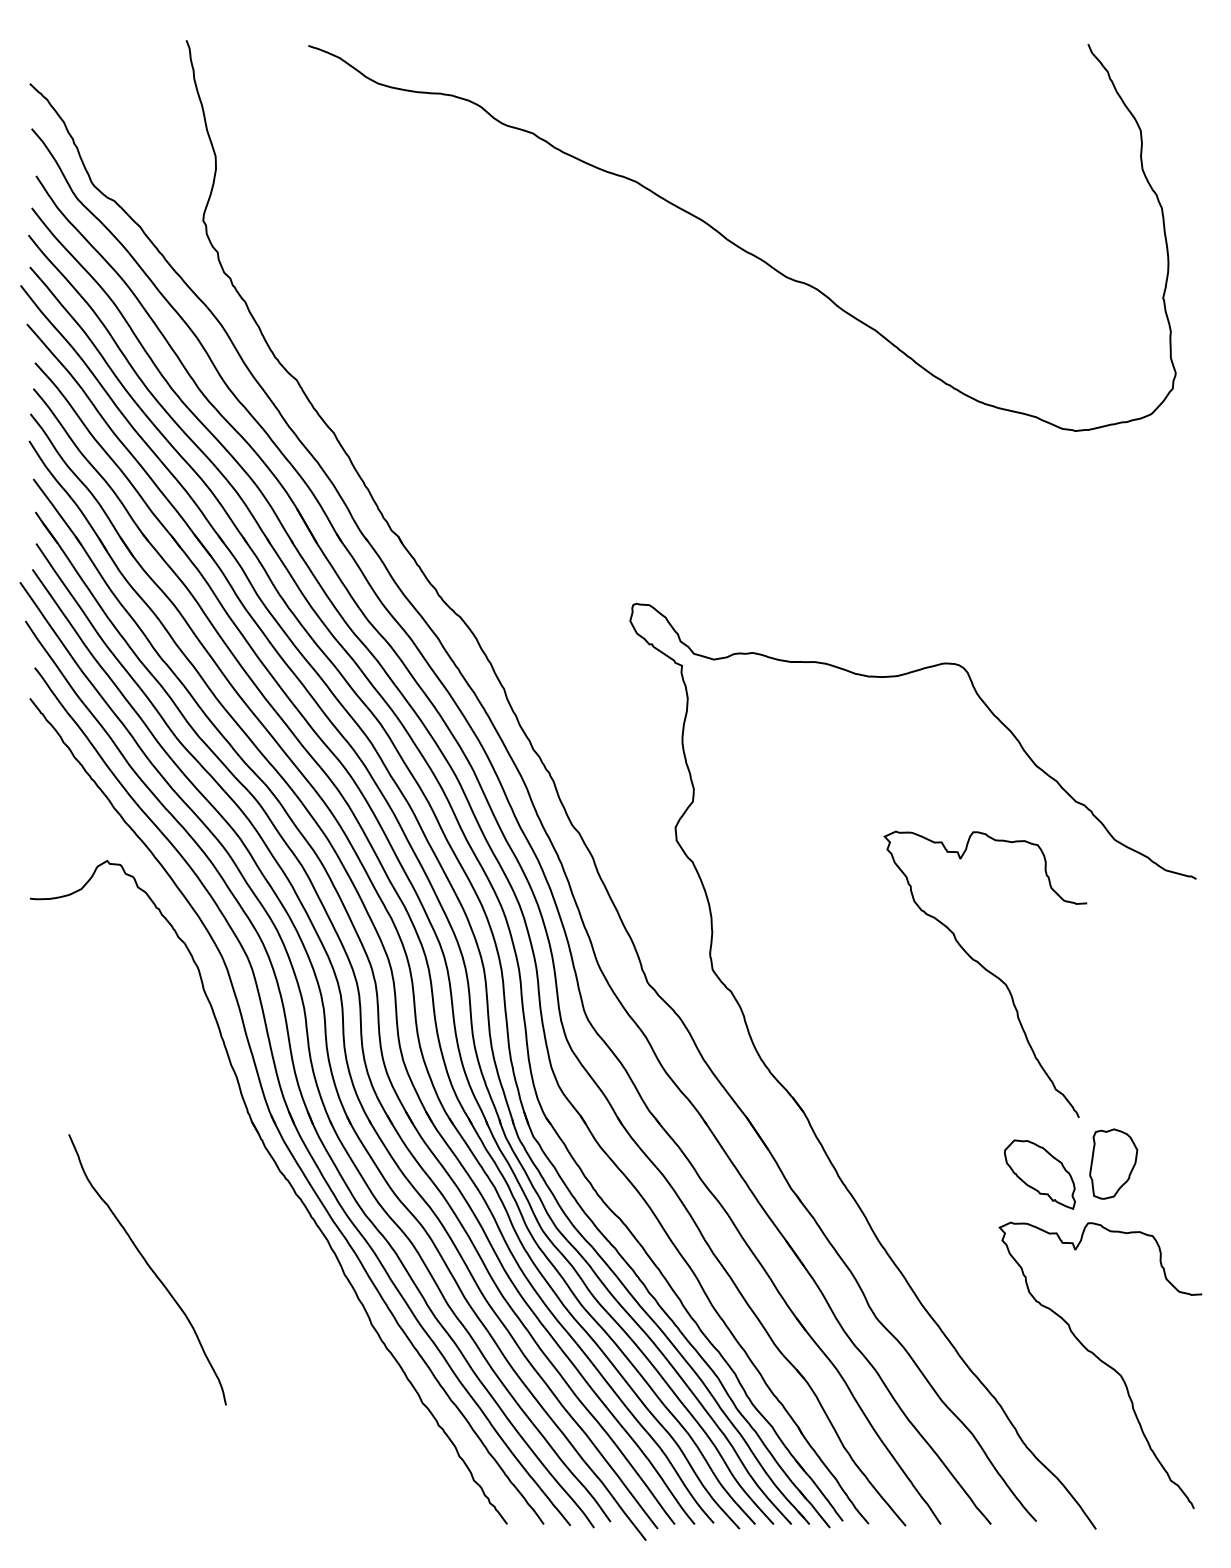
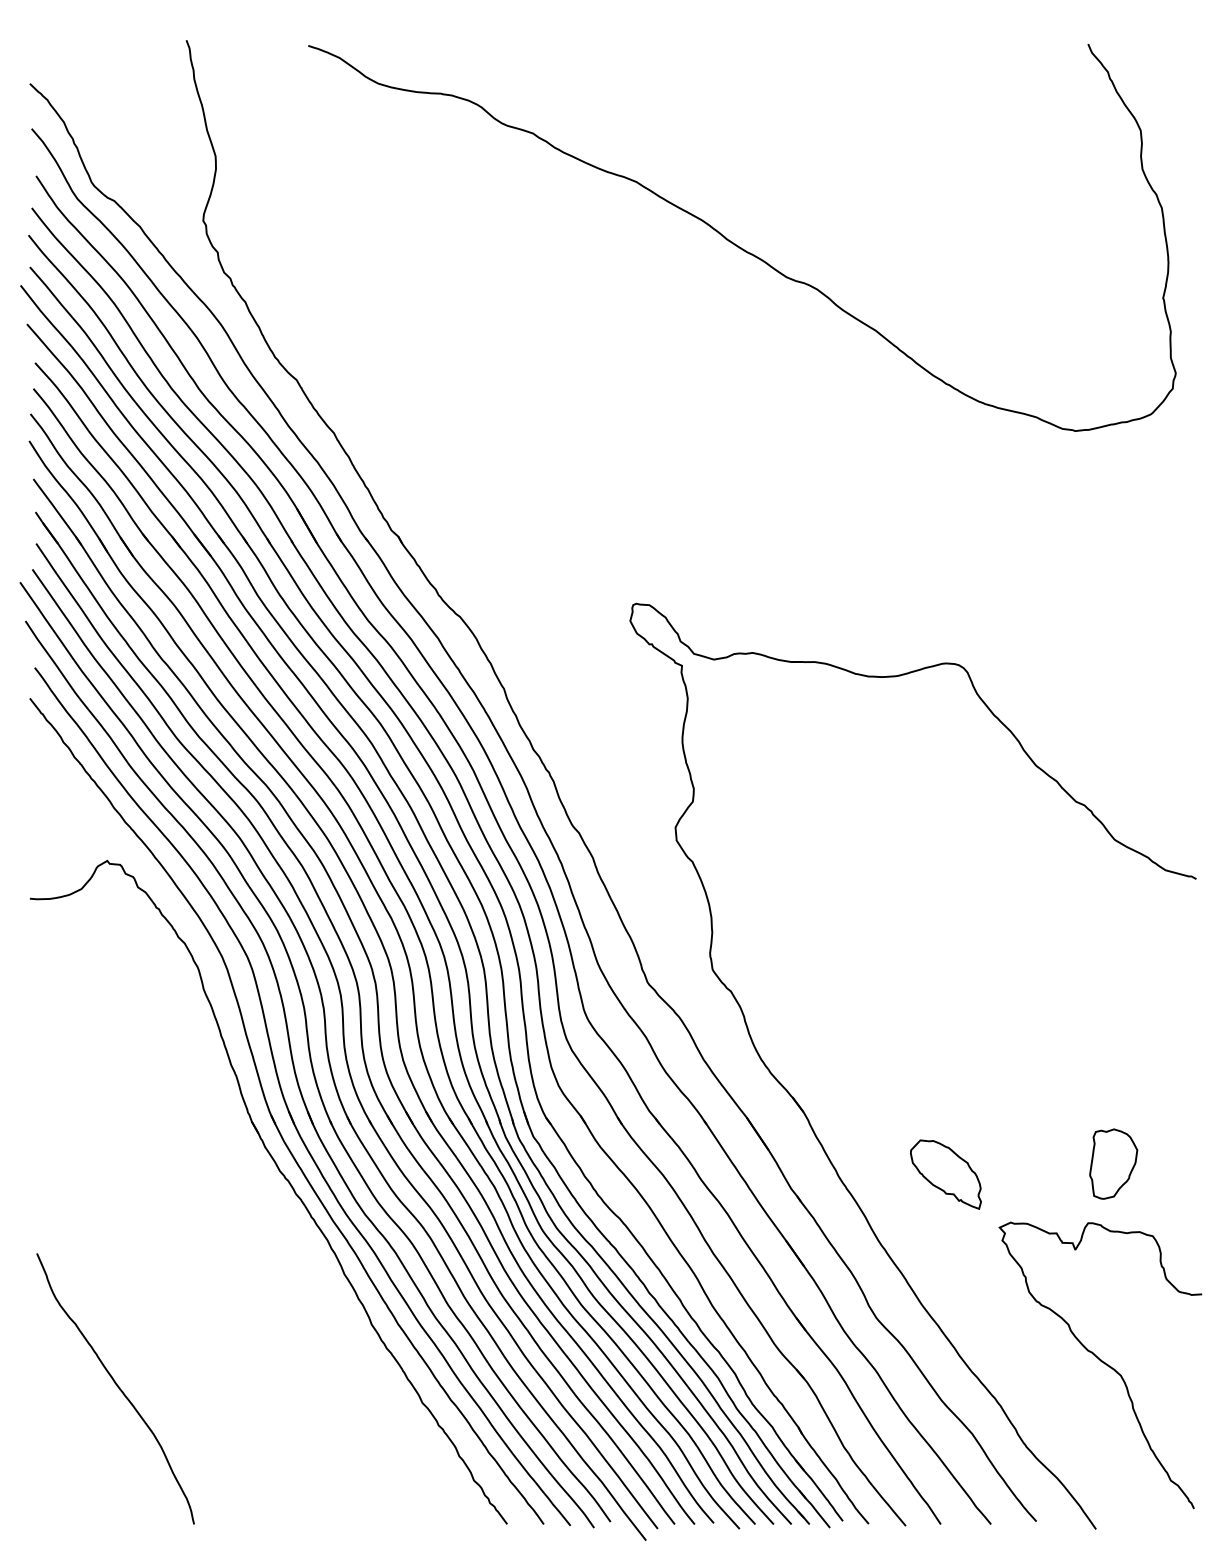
curve at (986, 971): present -> none
part at (1039, 1174) position: (1039, 1174) -> (945, 1174)
curve at (148, 1267) position: (148, 1267) -> (116, 1386)
